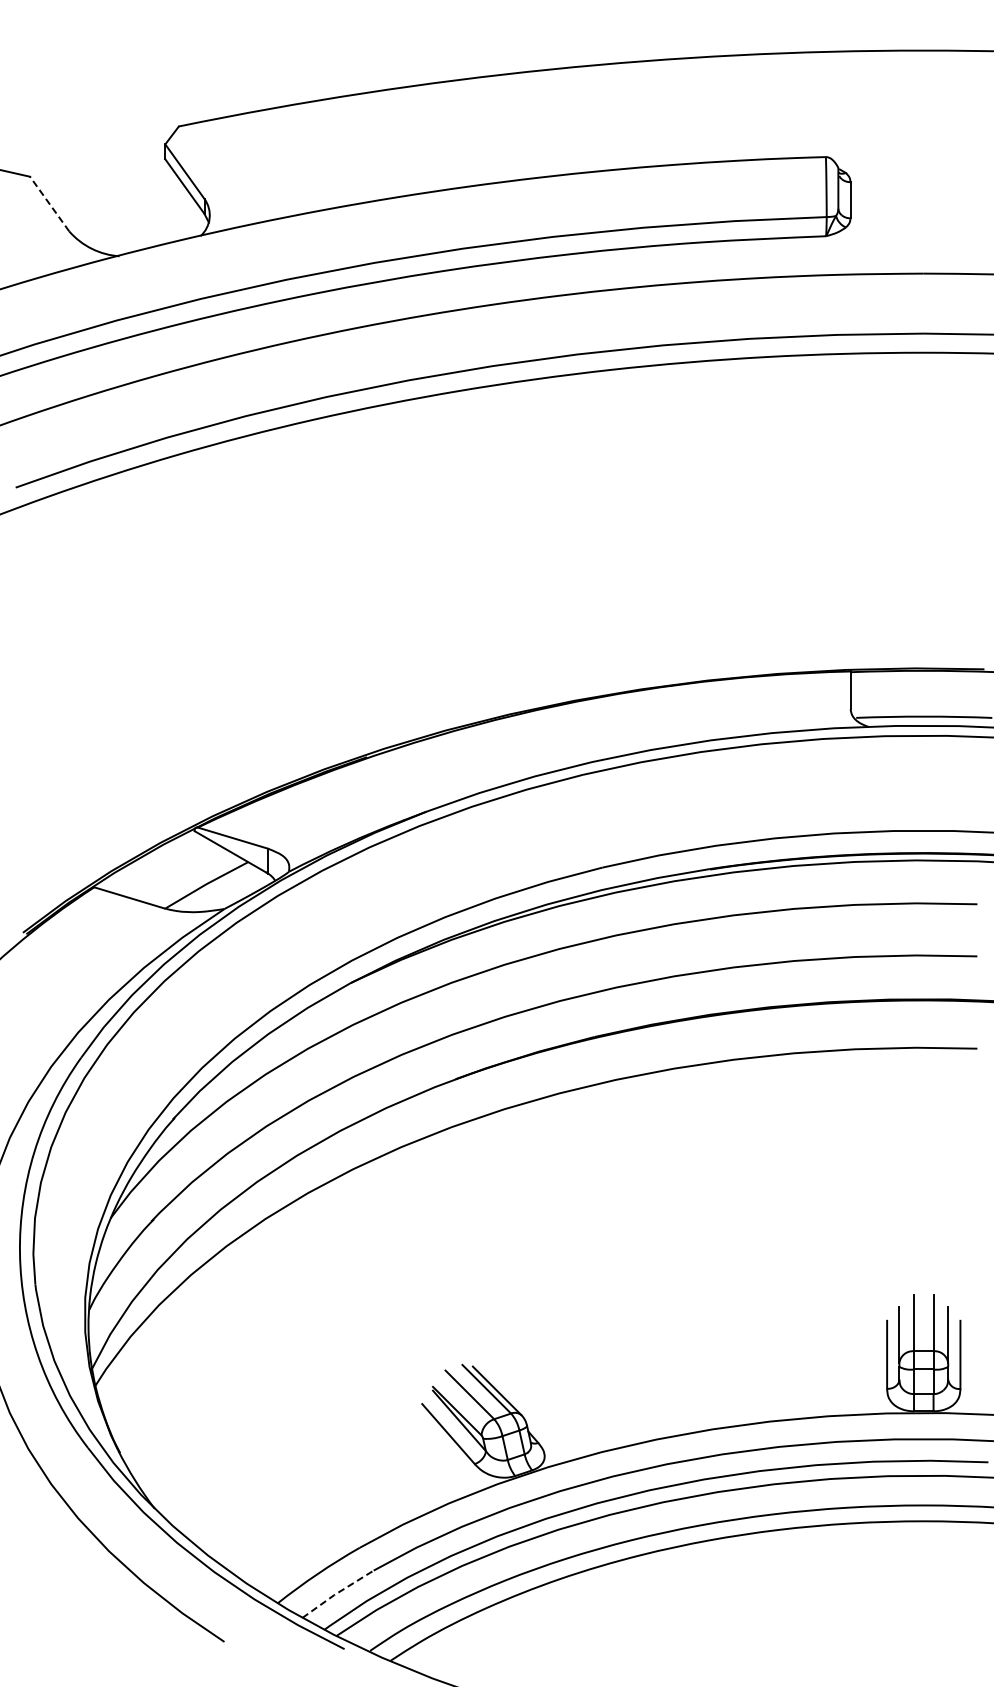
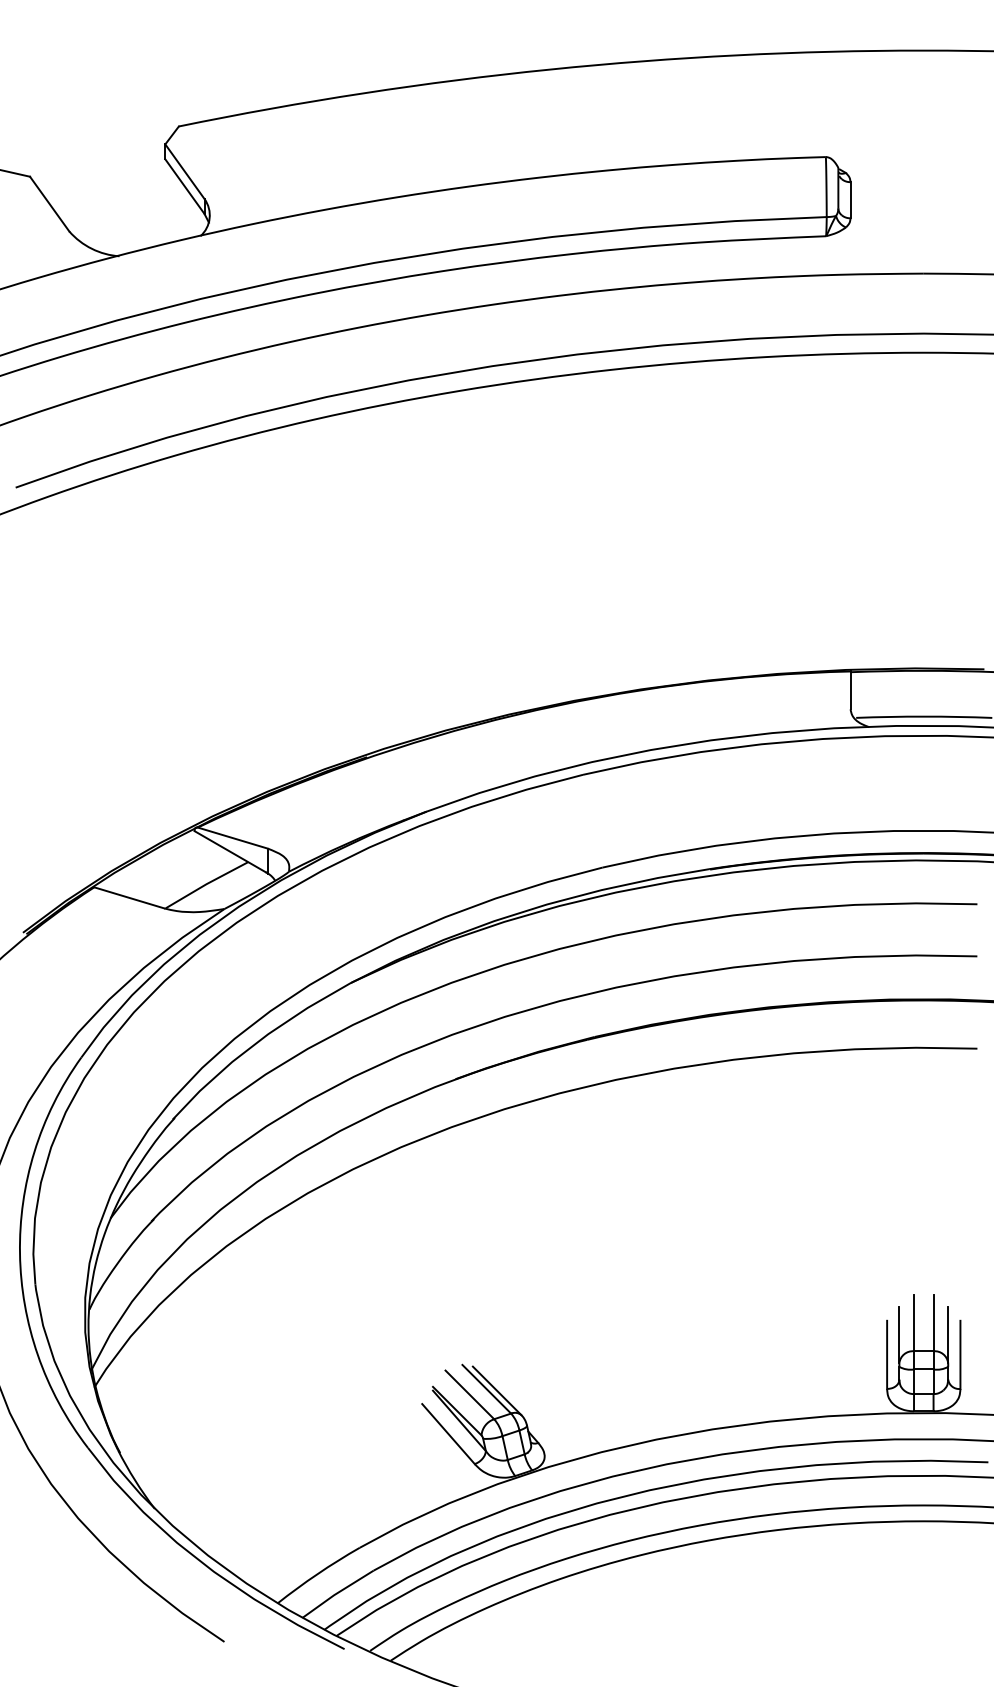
line at (49, 204): dashed -> solid
line at (337, 1593): dashed -> solid
